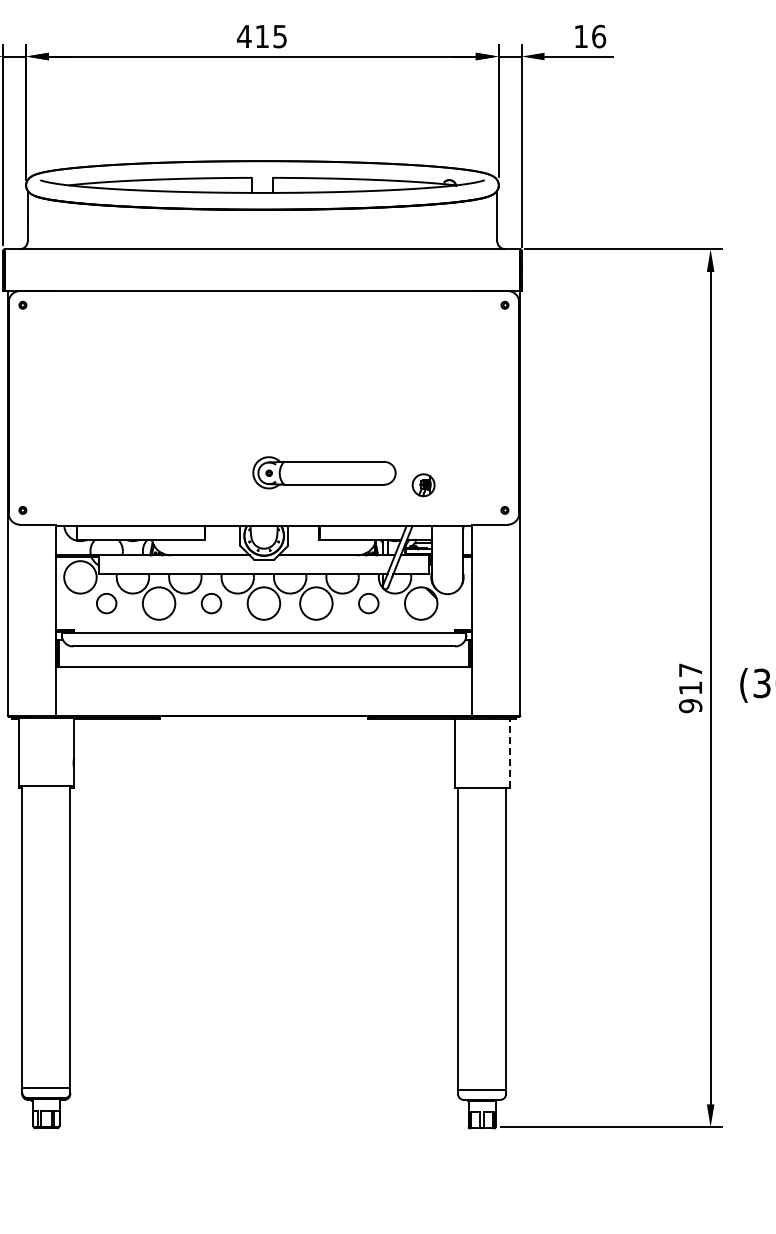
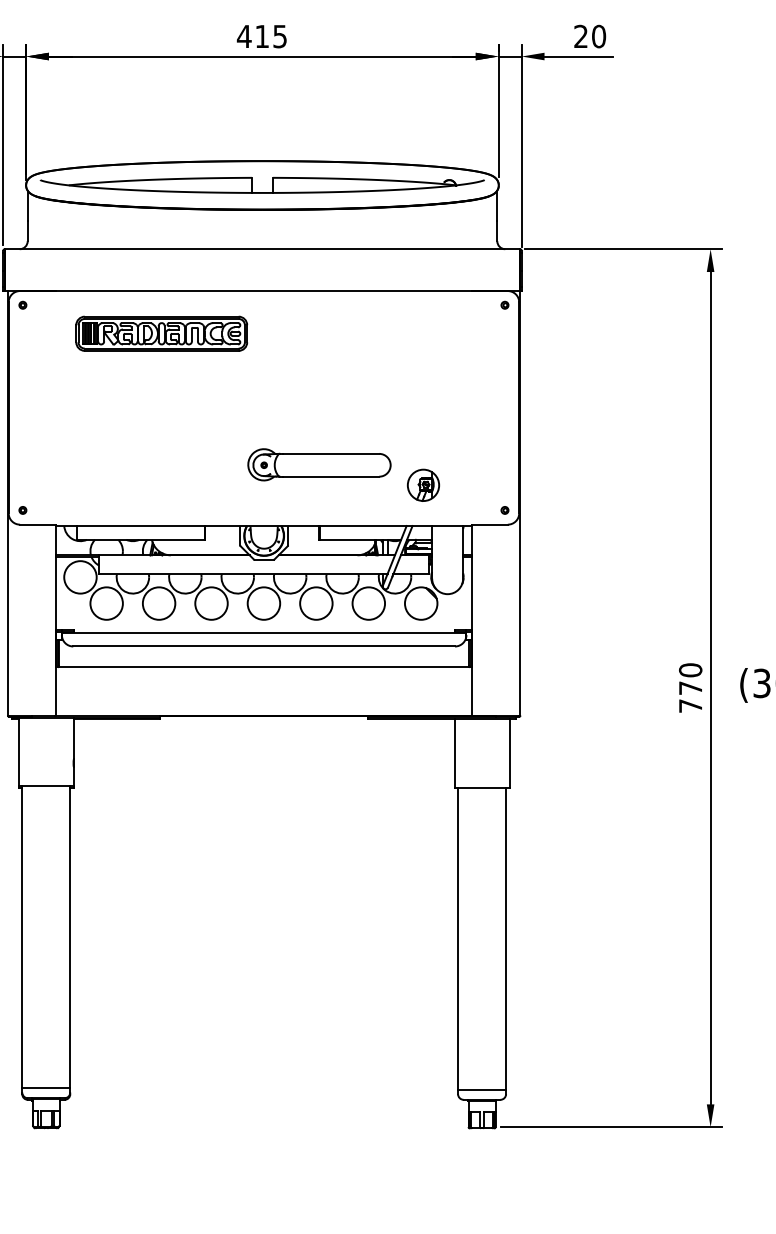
text at (590, 35): 16 -> 20
part at (161, 333): none -> present
part at (324, 472) position: (324, 472) -> (319, 464)
part at (423, 485) size: 25x25 px -> 34x34 px
circle at (106, 603) diameter: 19 px -> 32 px
circle at (211, 603) diameter: 19 px -> 32 px
circle at (368, 603) diameter: 19 px -> 32 px
text at (690, 688): 917 -> 770
line at (509, 752): dashed -> solid
